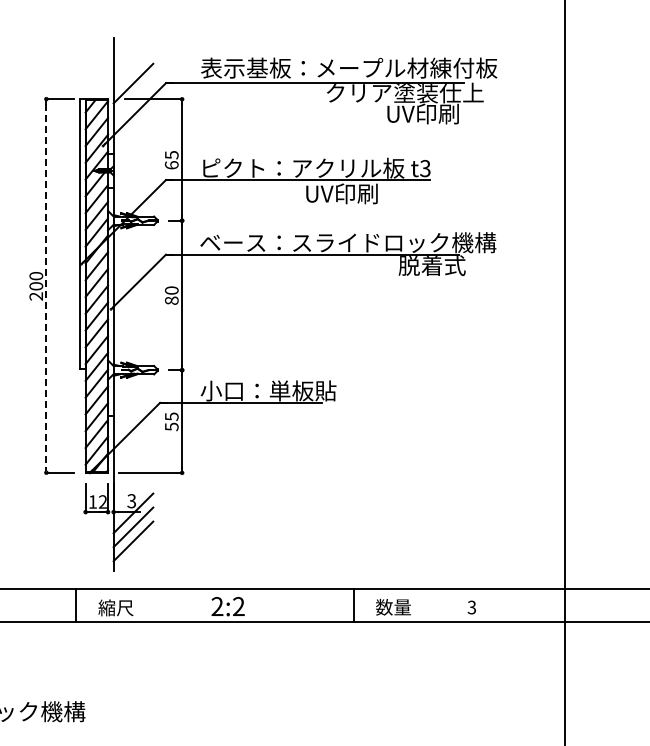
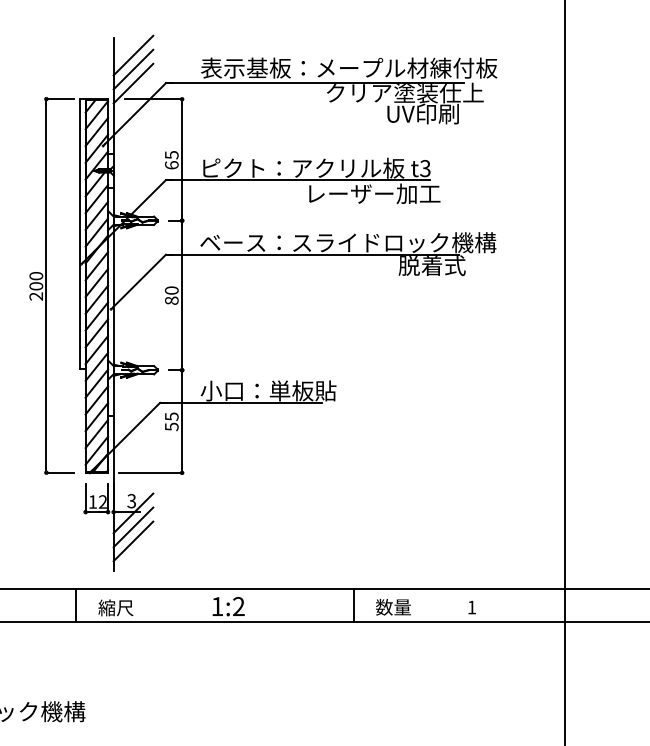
line at (133, 55): none -> present
line at (133, 69): none -> present
text at (373, 193): UV印刷 -> レーザー加工
line at (46, 286): dashed -> solid
text at (217, 606): 2:2 -> 1:2
text at (471, 607): 3 -> 1
